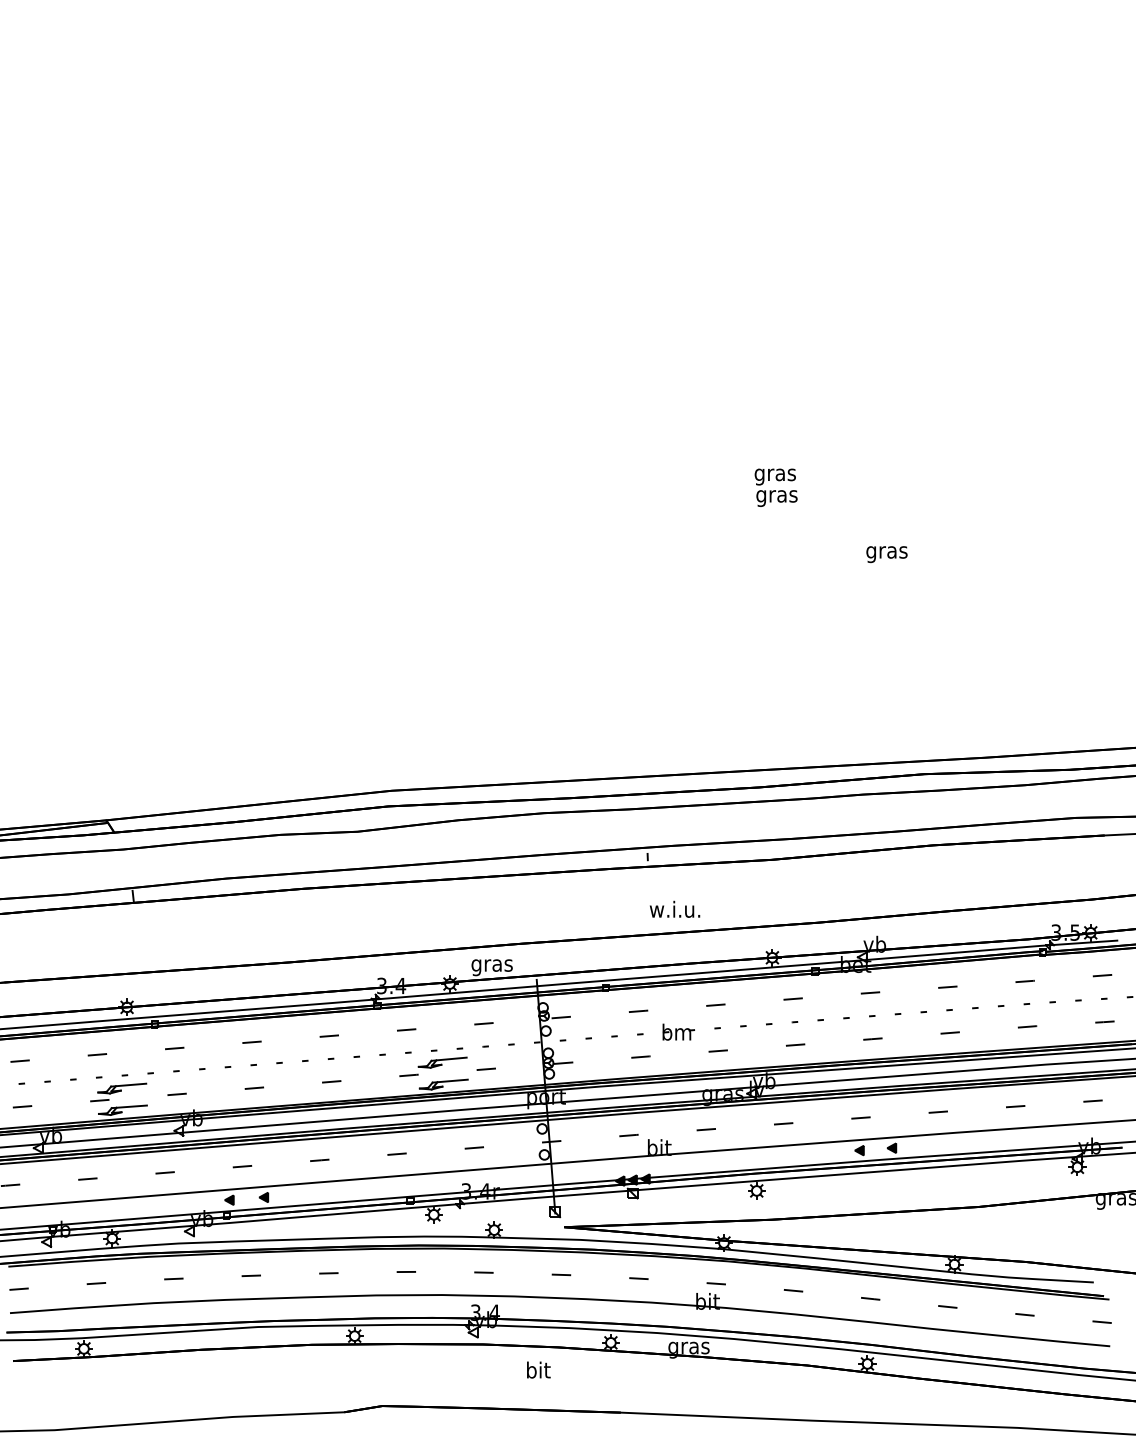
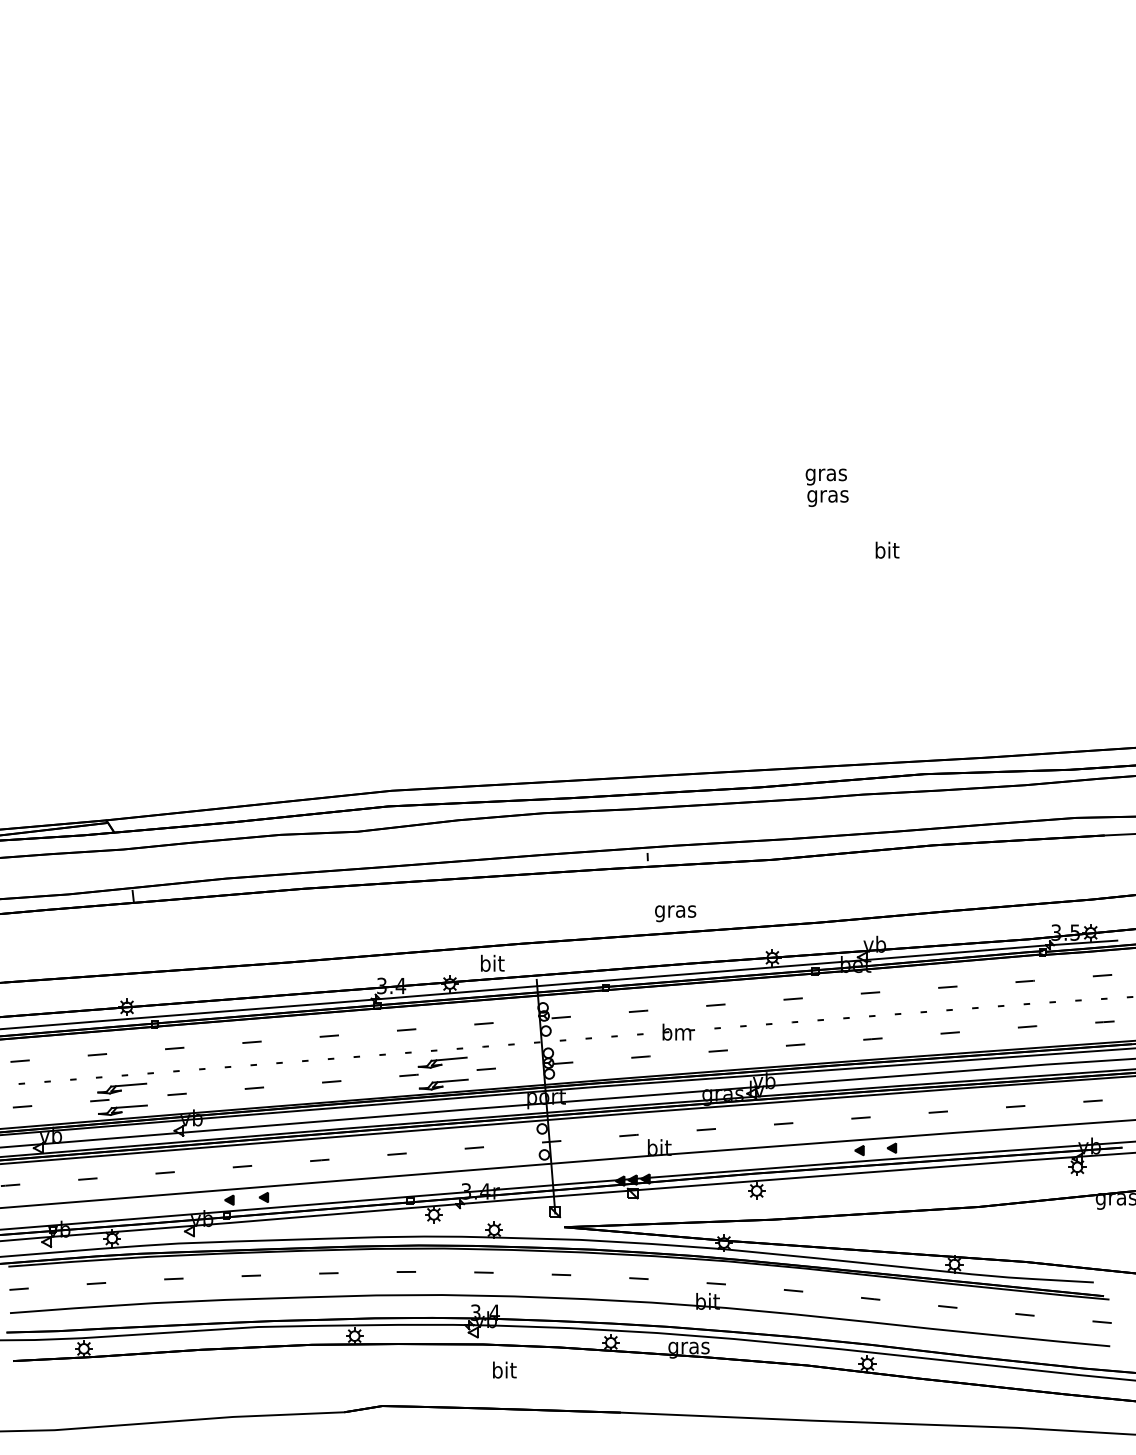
text at (775, 487) position: (775, 487) -> (826, 487)
text at (886, 552): gras -> bit
text at (674, 911): w.i.u. -> gras
text at (491, 965): gras -> bit
text at (538, 1369) position: (538, 1369) -> (504, 1369)
